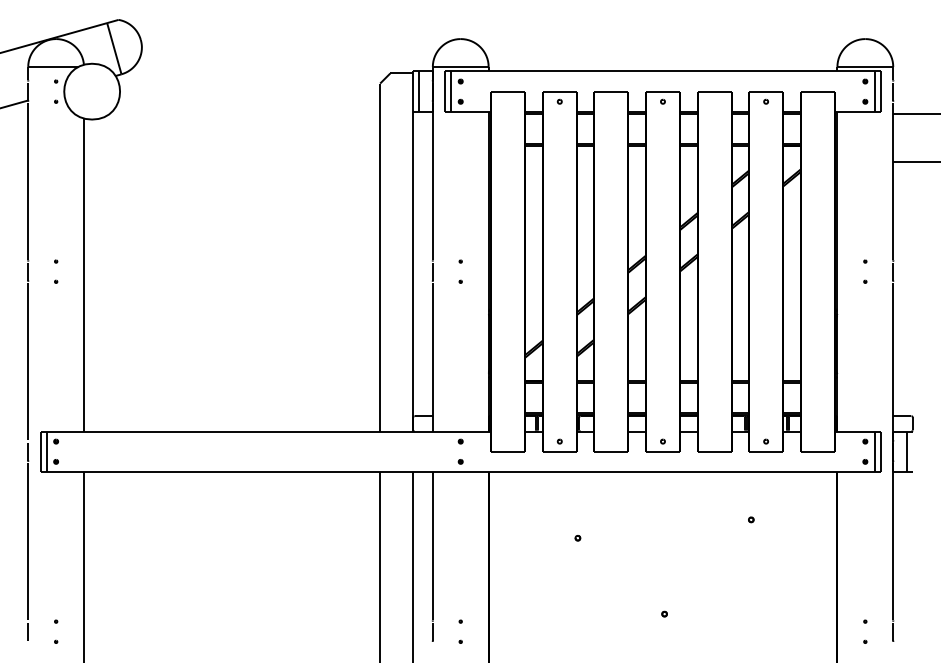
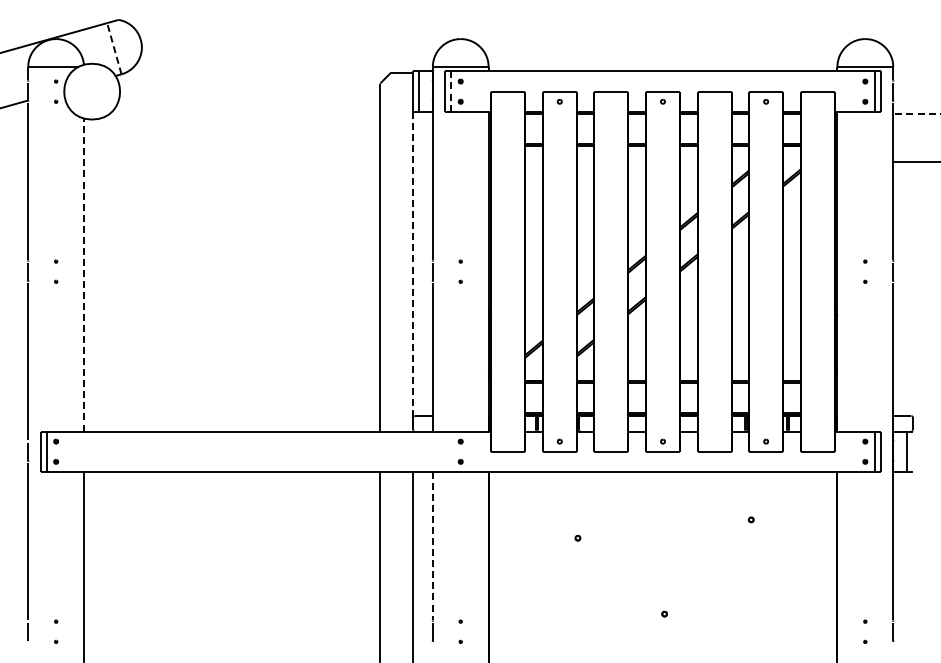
line at (114, 48): solid -> dashed
line at (451, 92): solid -> dashed
line at (916, 113): solid -> dashed
line at (412, 271): solid -> dashed
line at (84, 274): solid -> dashed
line at (432, 546): solid -> dashed
